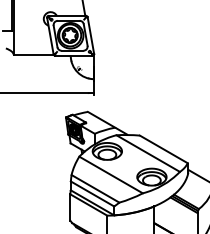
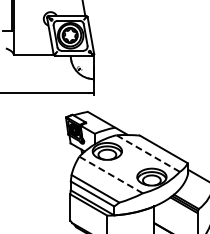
line at (148, 153): solid -> dashed
line at (111, 175): solid -> dashed
